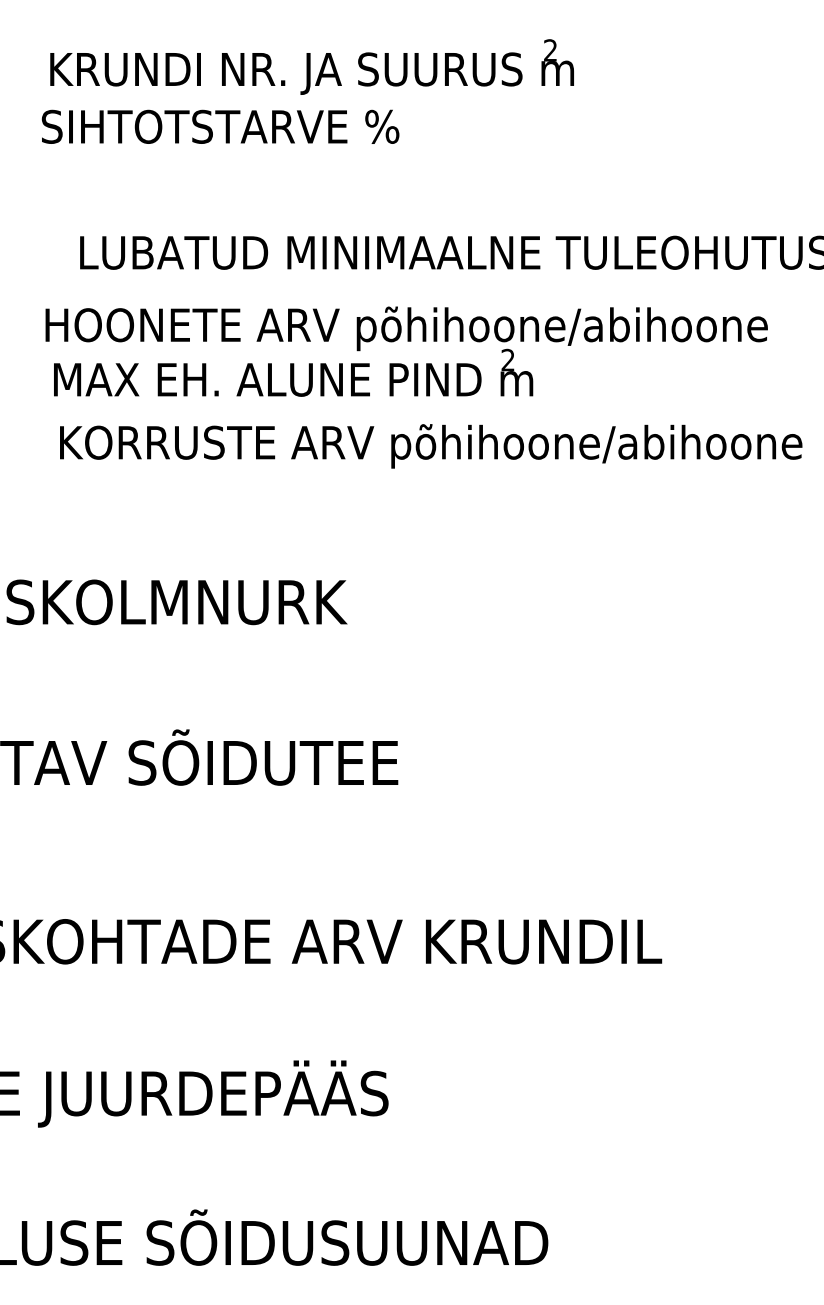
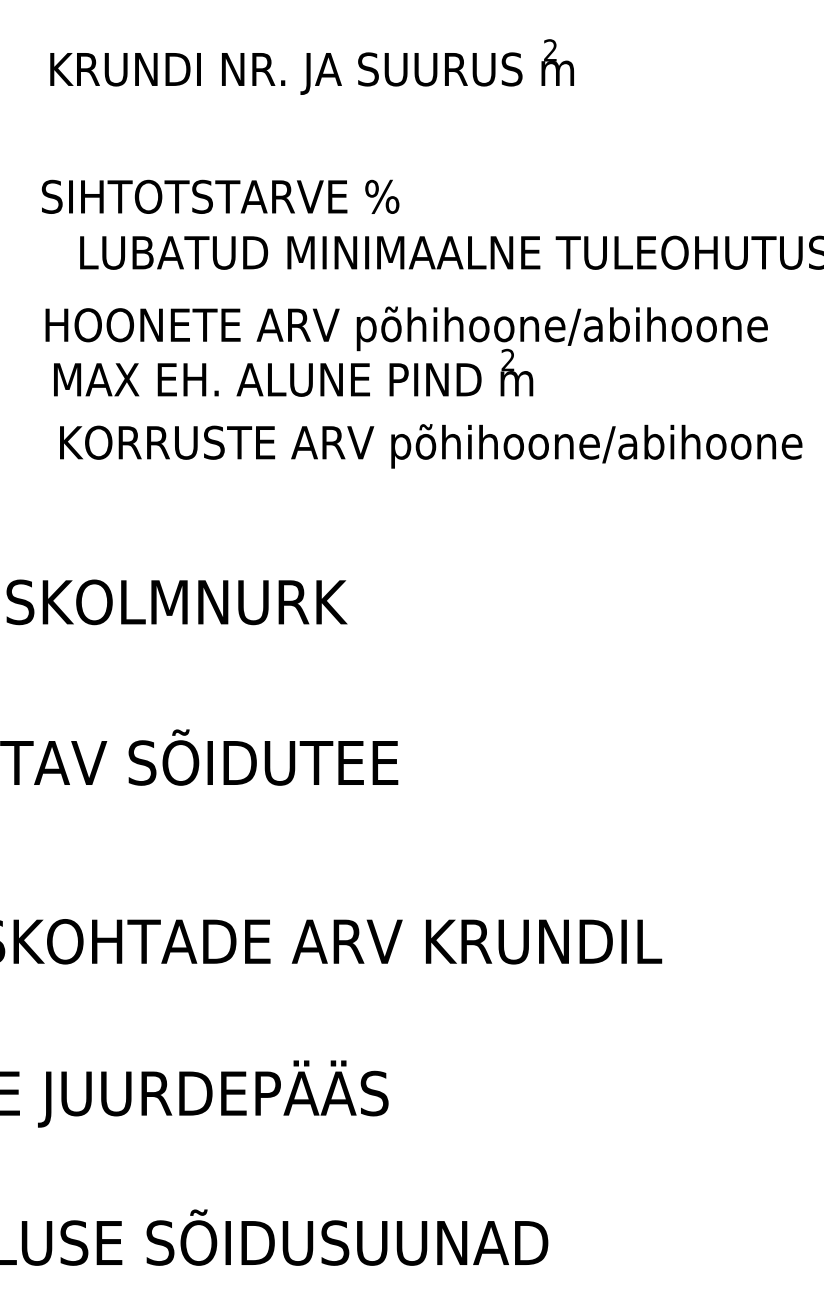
text at (220, 126) position: (220, 126) -> (220, 196)
